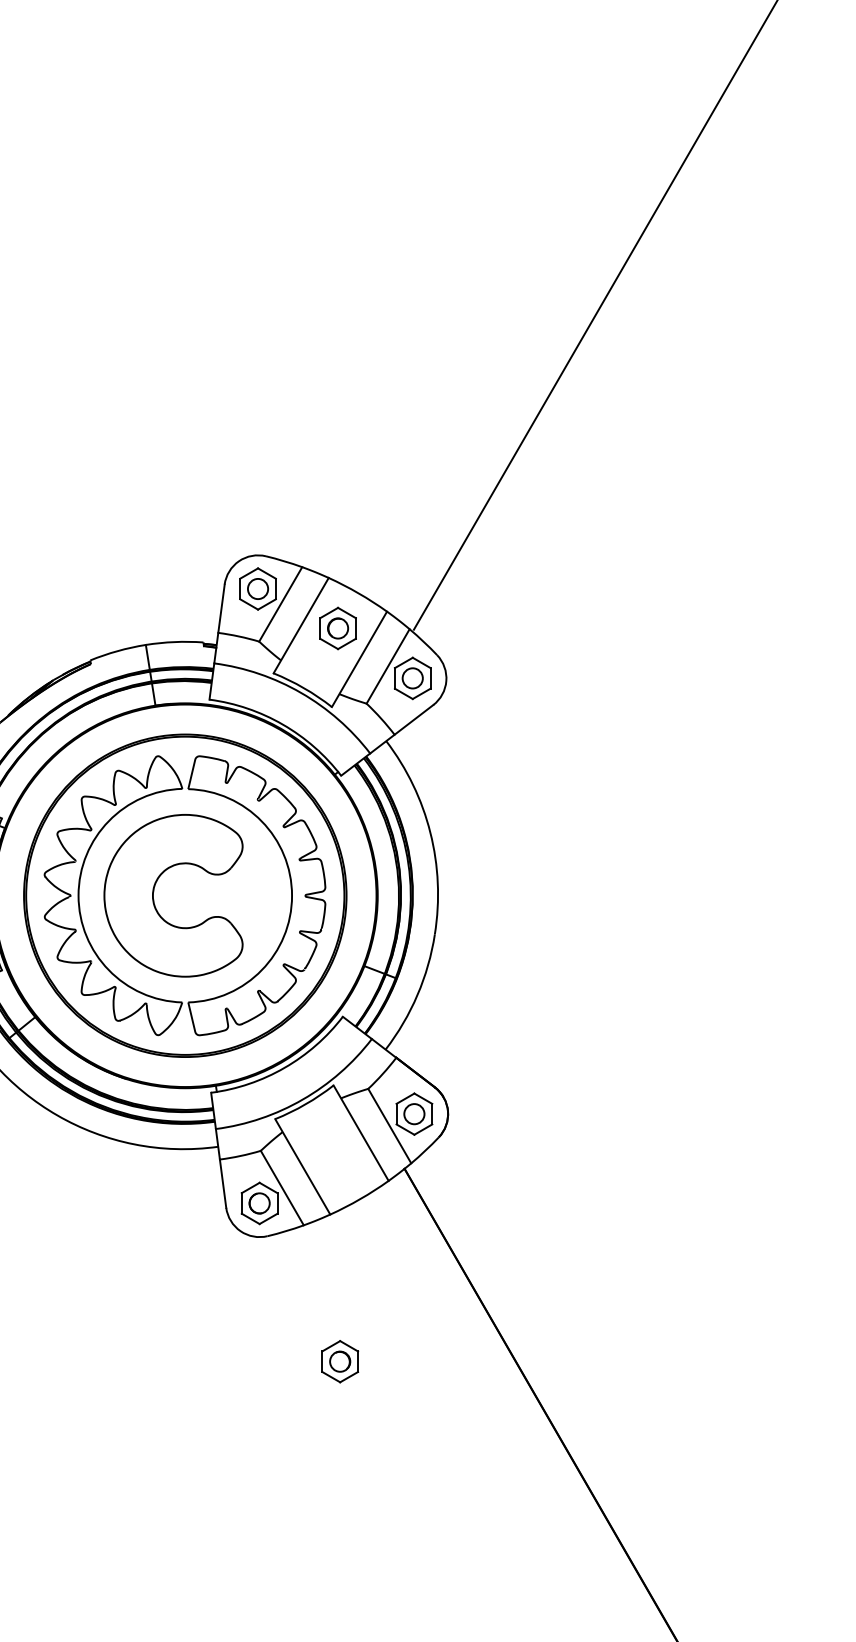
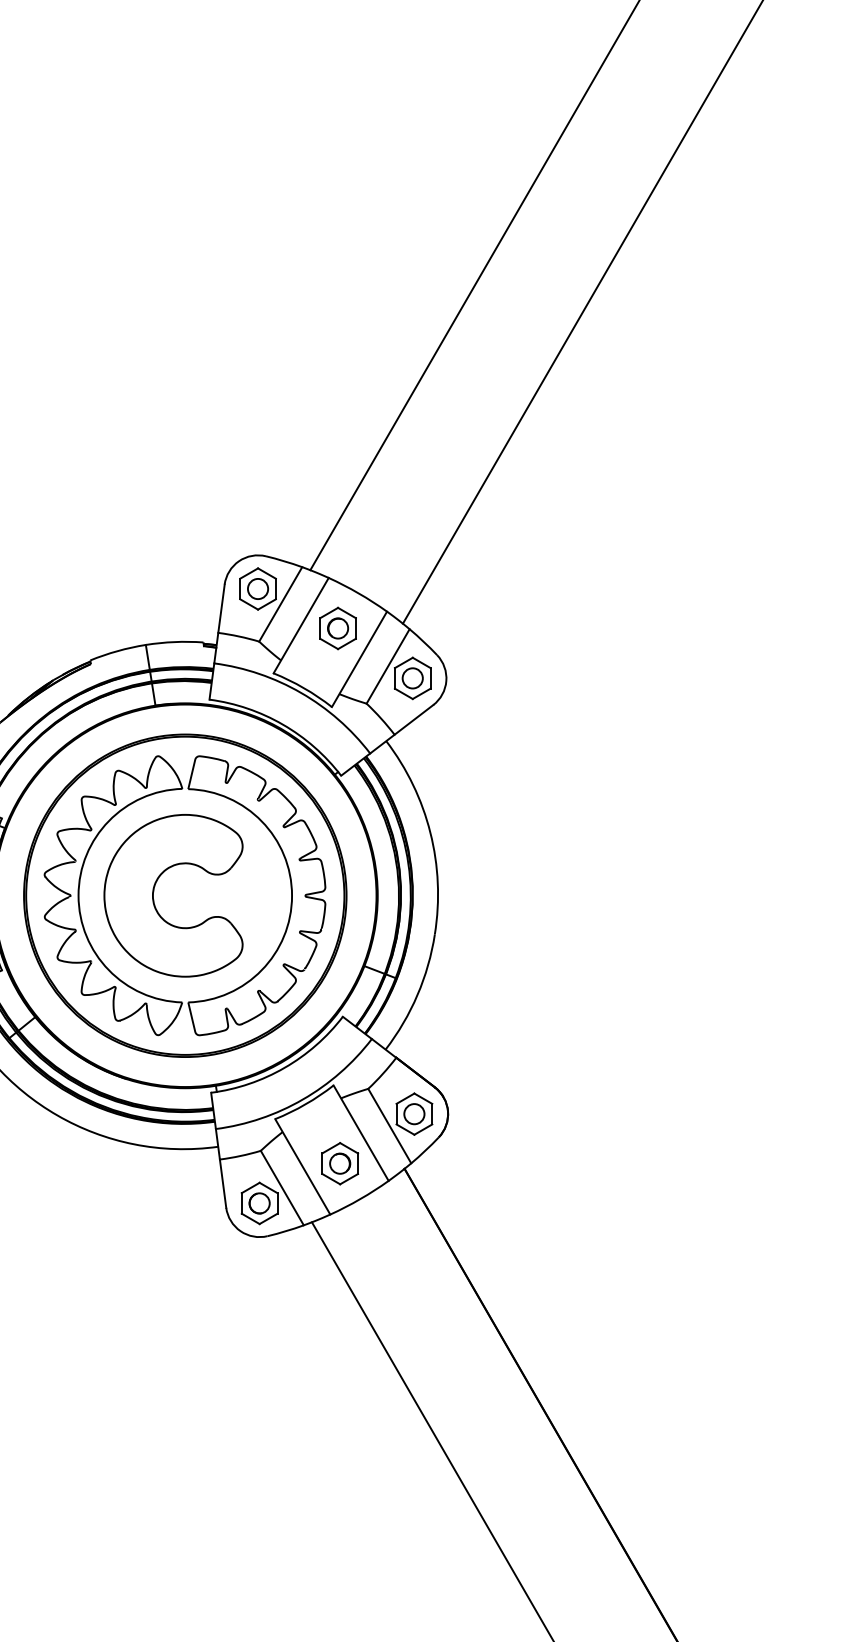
line at (474, 286): none -> present
line at (594, 315) position: (594, 315) -> (581, 312)
part at (340, 1361) position: (340, 1361) -> (340, 1163)
line at (431, 1430): none -> present
